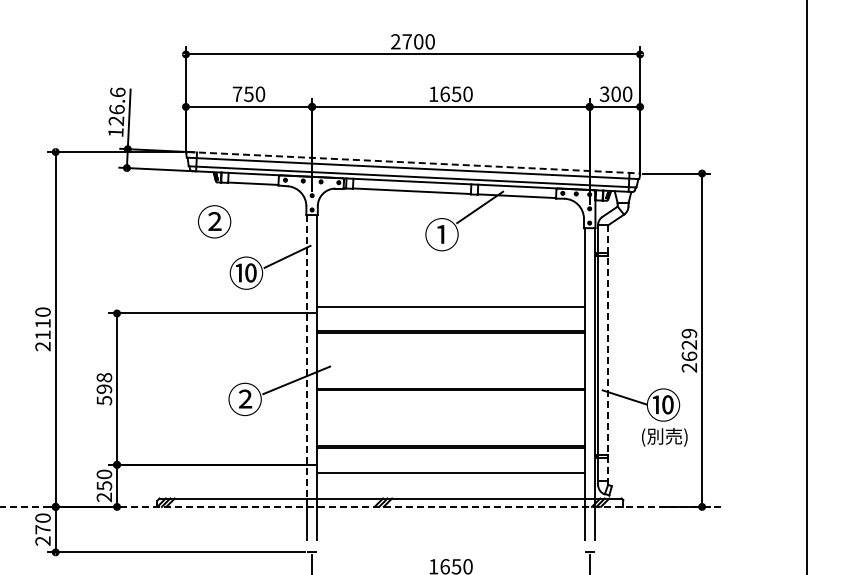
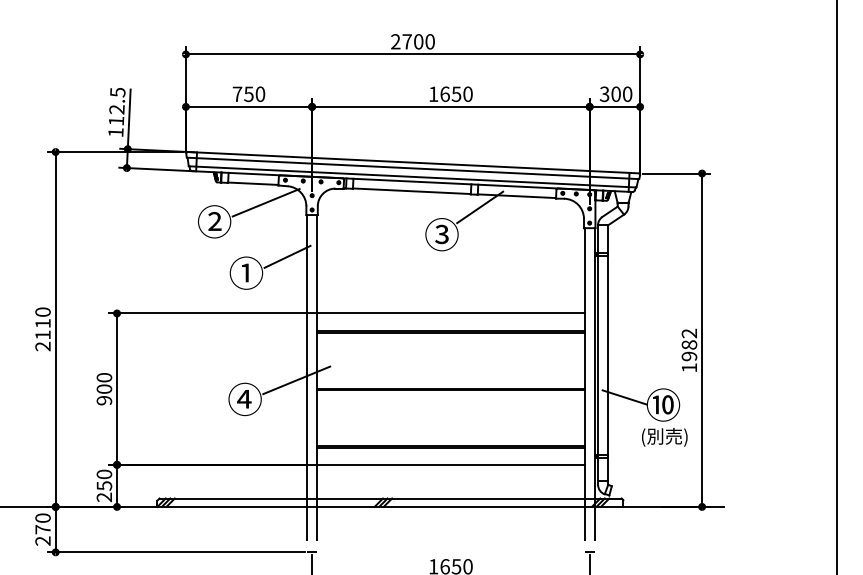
text at (116, 106): 126.6 -> 112.5
line at (413, 162): dashed -> solid
line at (265, 202): none -> present
text at (441, 234): ① -> ③
text at (246, 272): ⑩ -> ①
line at (807, 286) position: (807, 286) -> (837, 286)
line at (450, 307) position: (450, 307) -> (450, 313)
text at (689, 350): 2629 -> 1982
line at (608, 355): dashed -> solid
line at (307, 356): dashed -> solid
text at (104, 389): 598 -> 900
text at (244, 398): ② -> ④
line at (450, 472) position: (450, 472) -> (450, 464)
line at (362, 506): dashed -> solid
